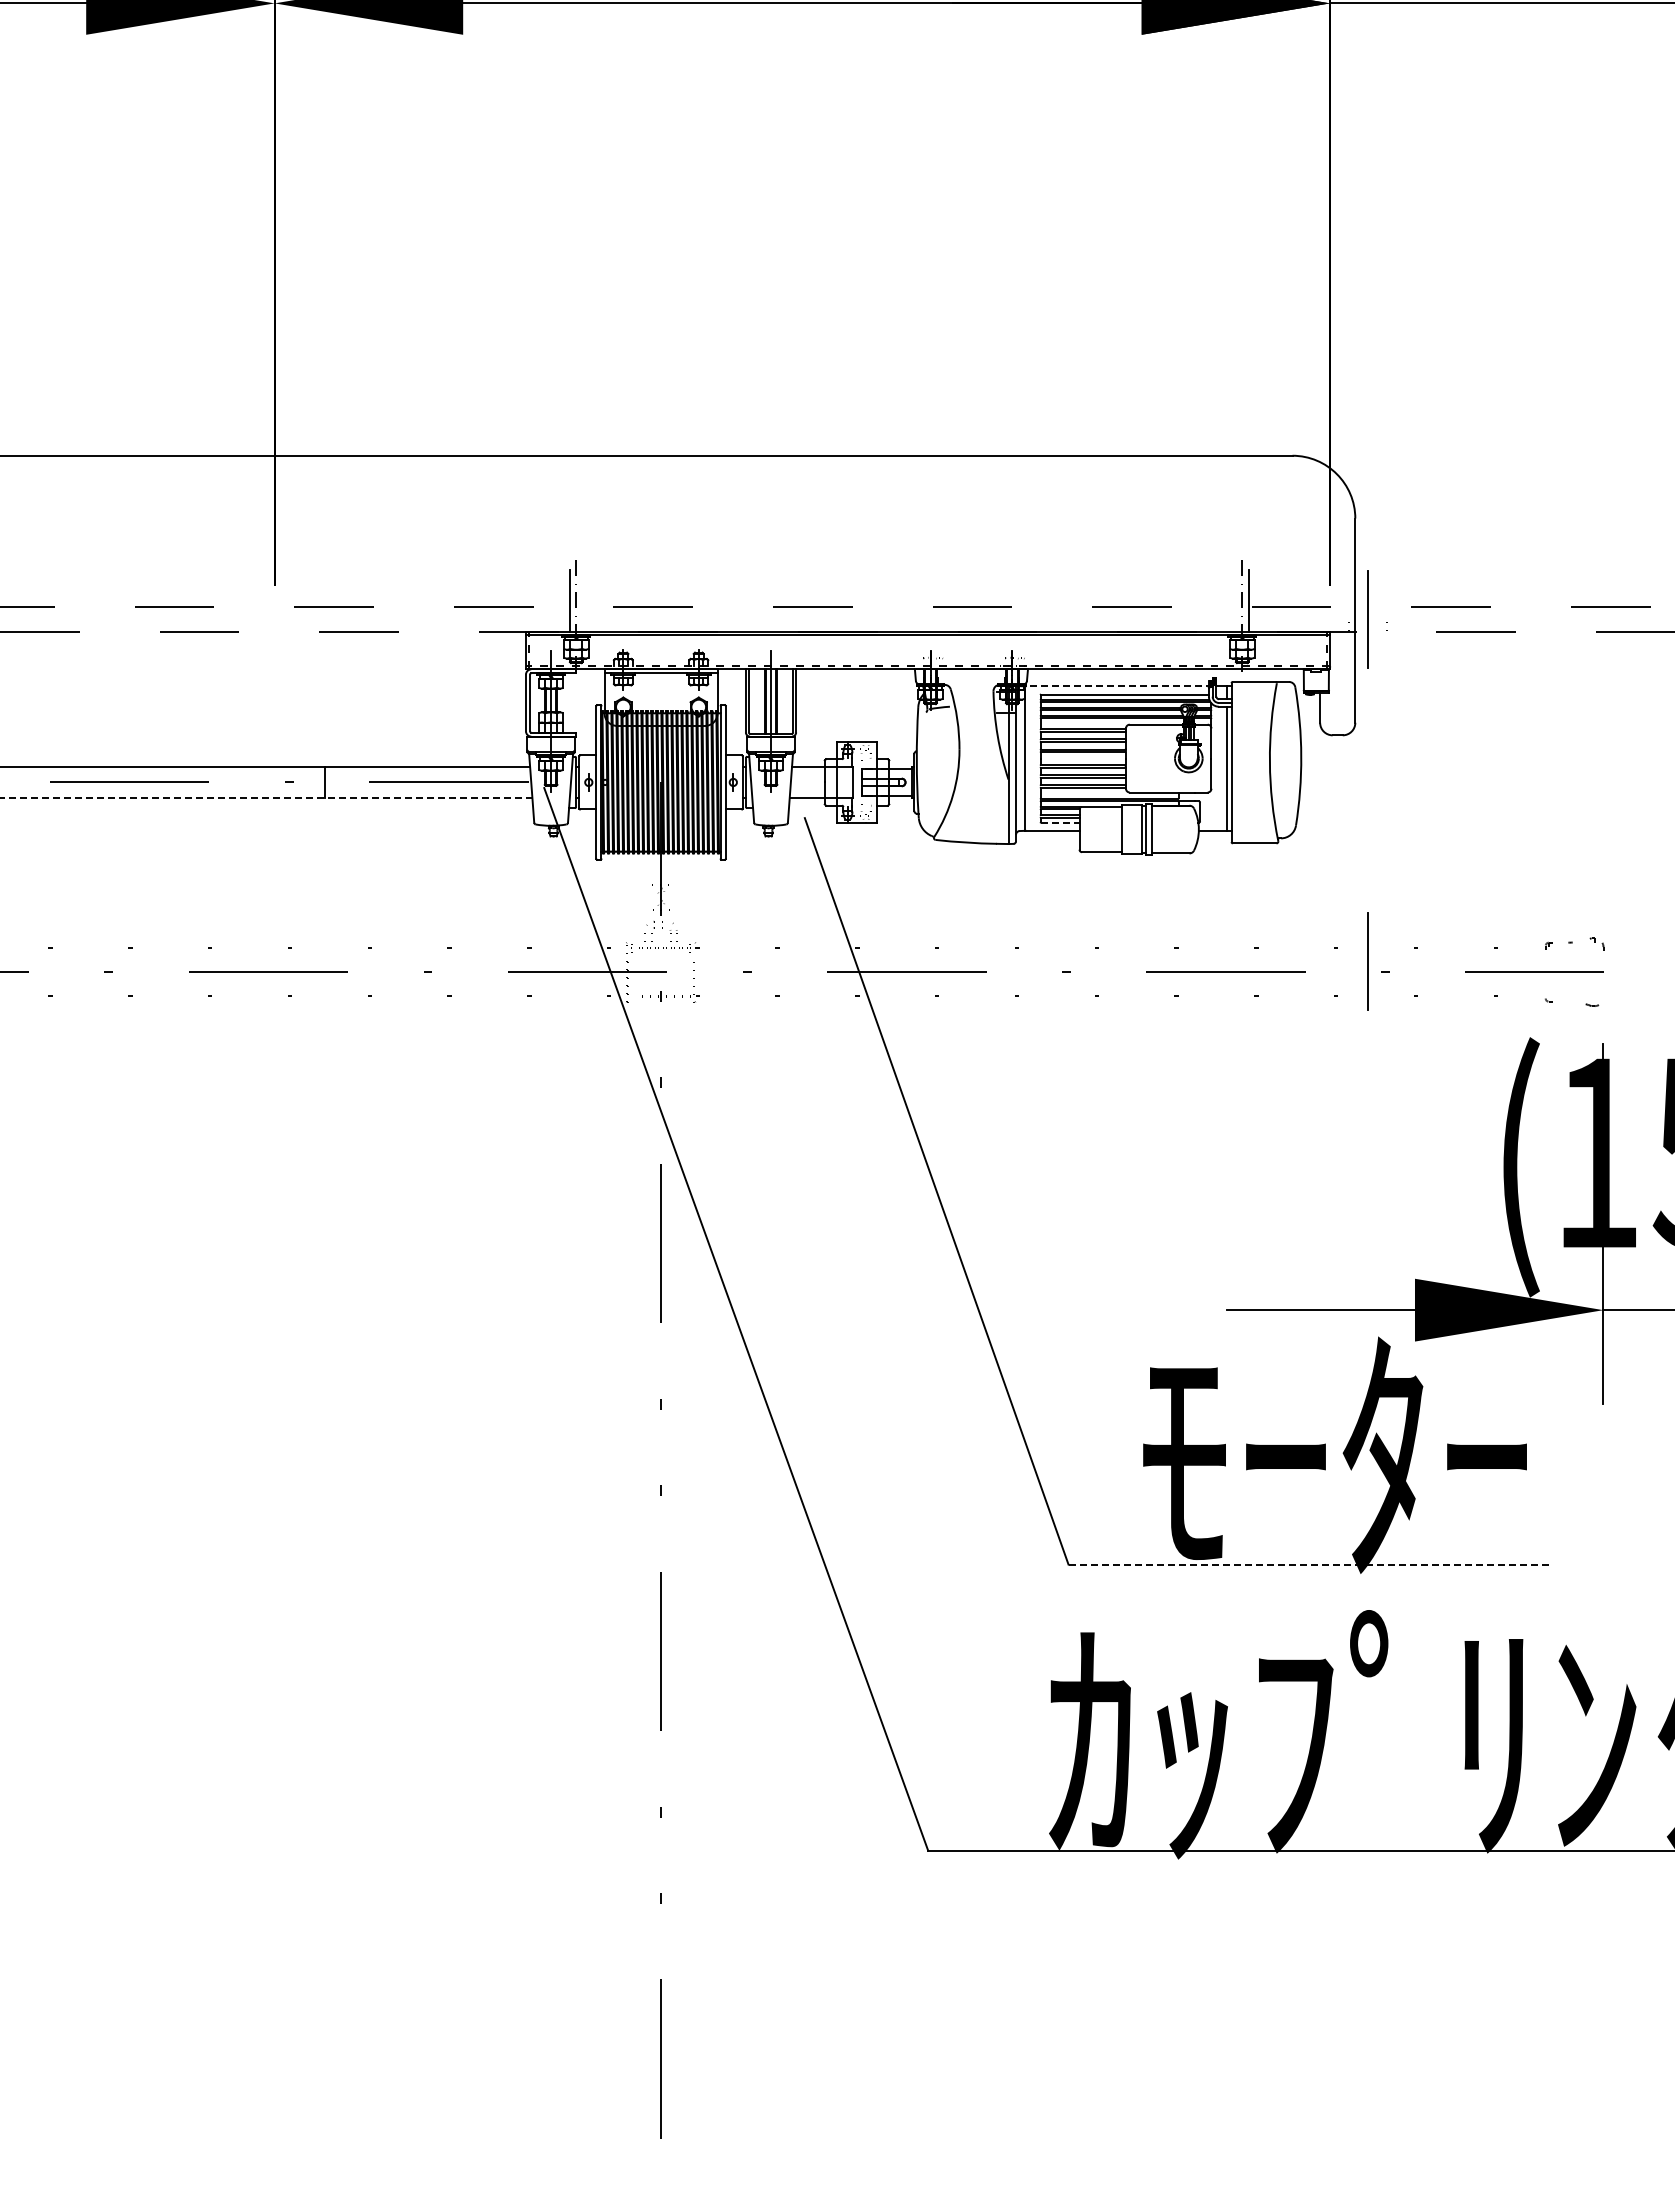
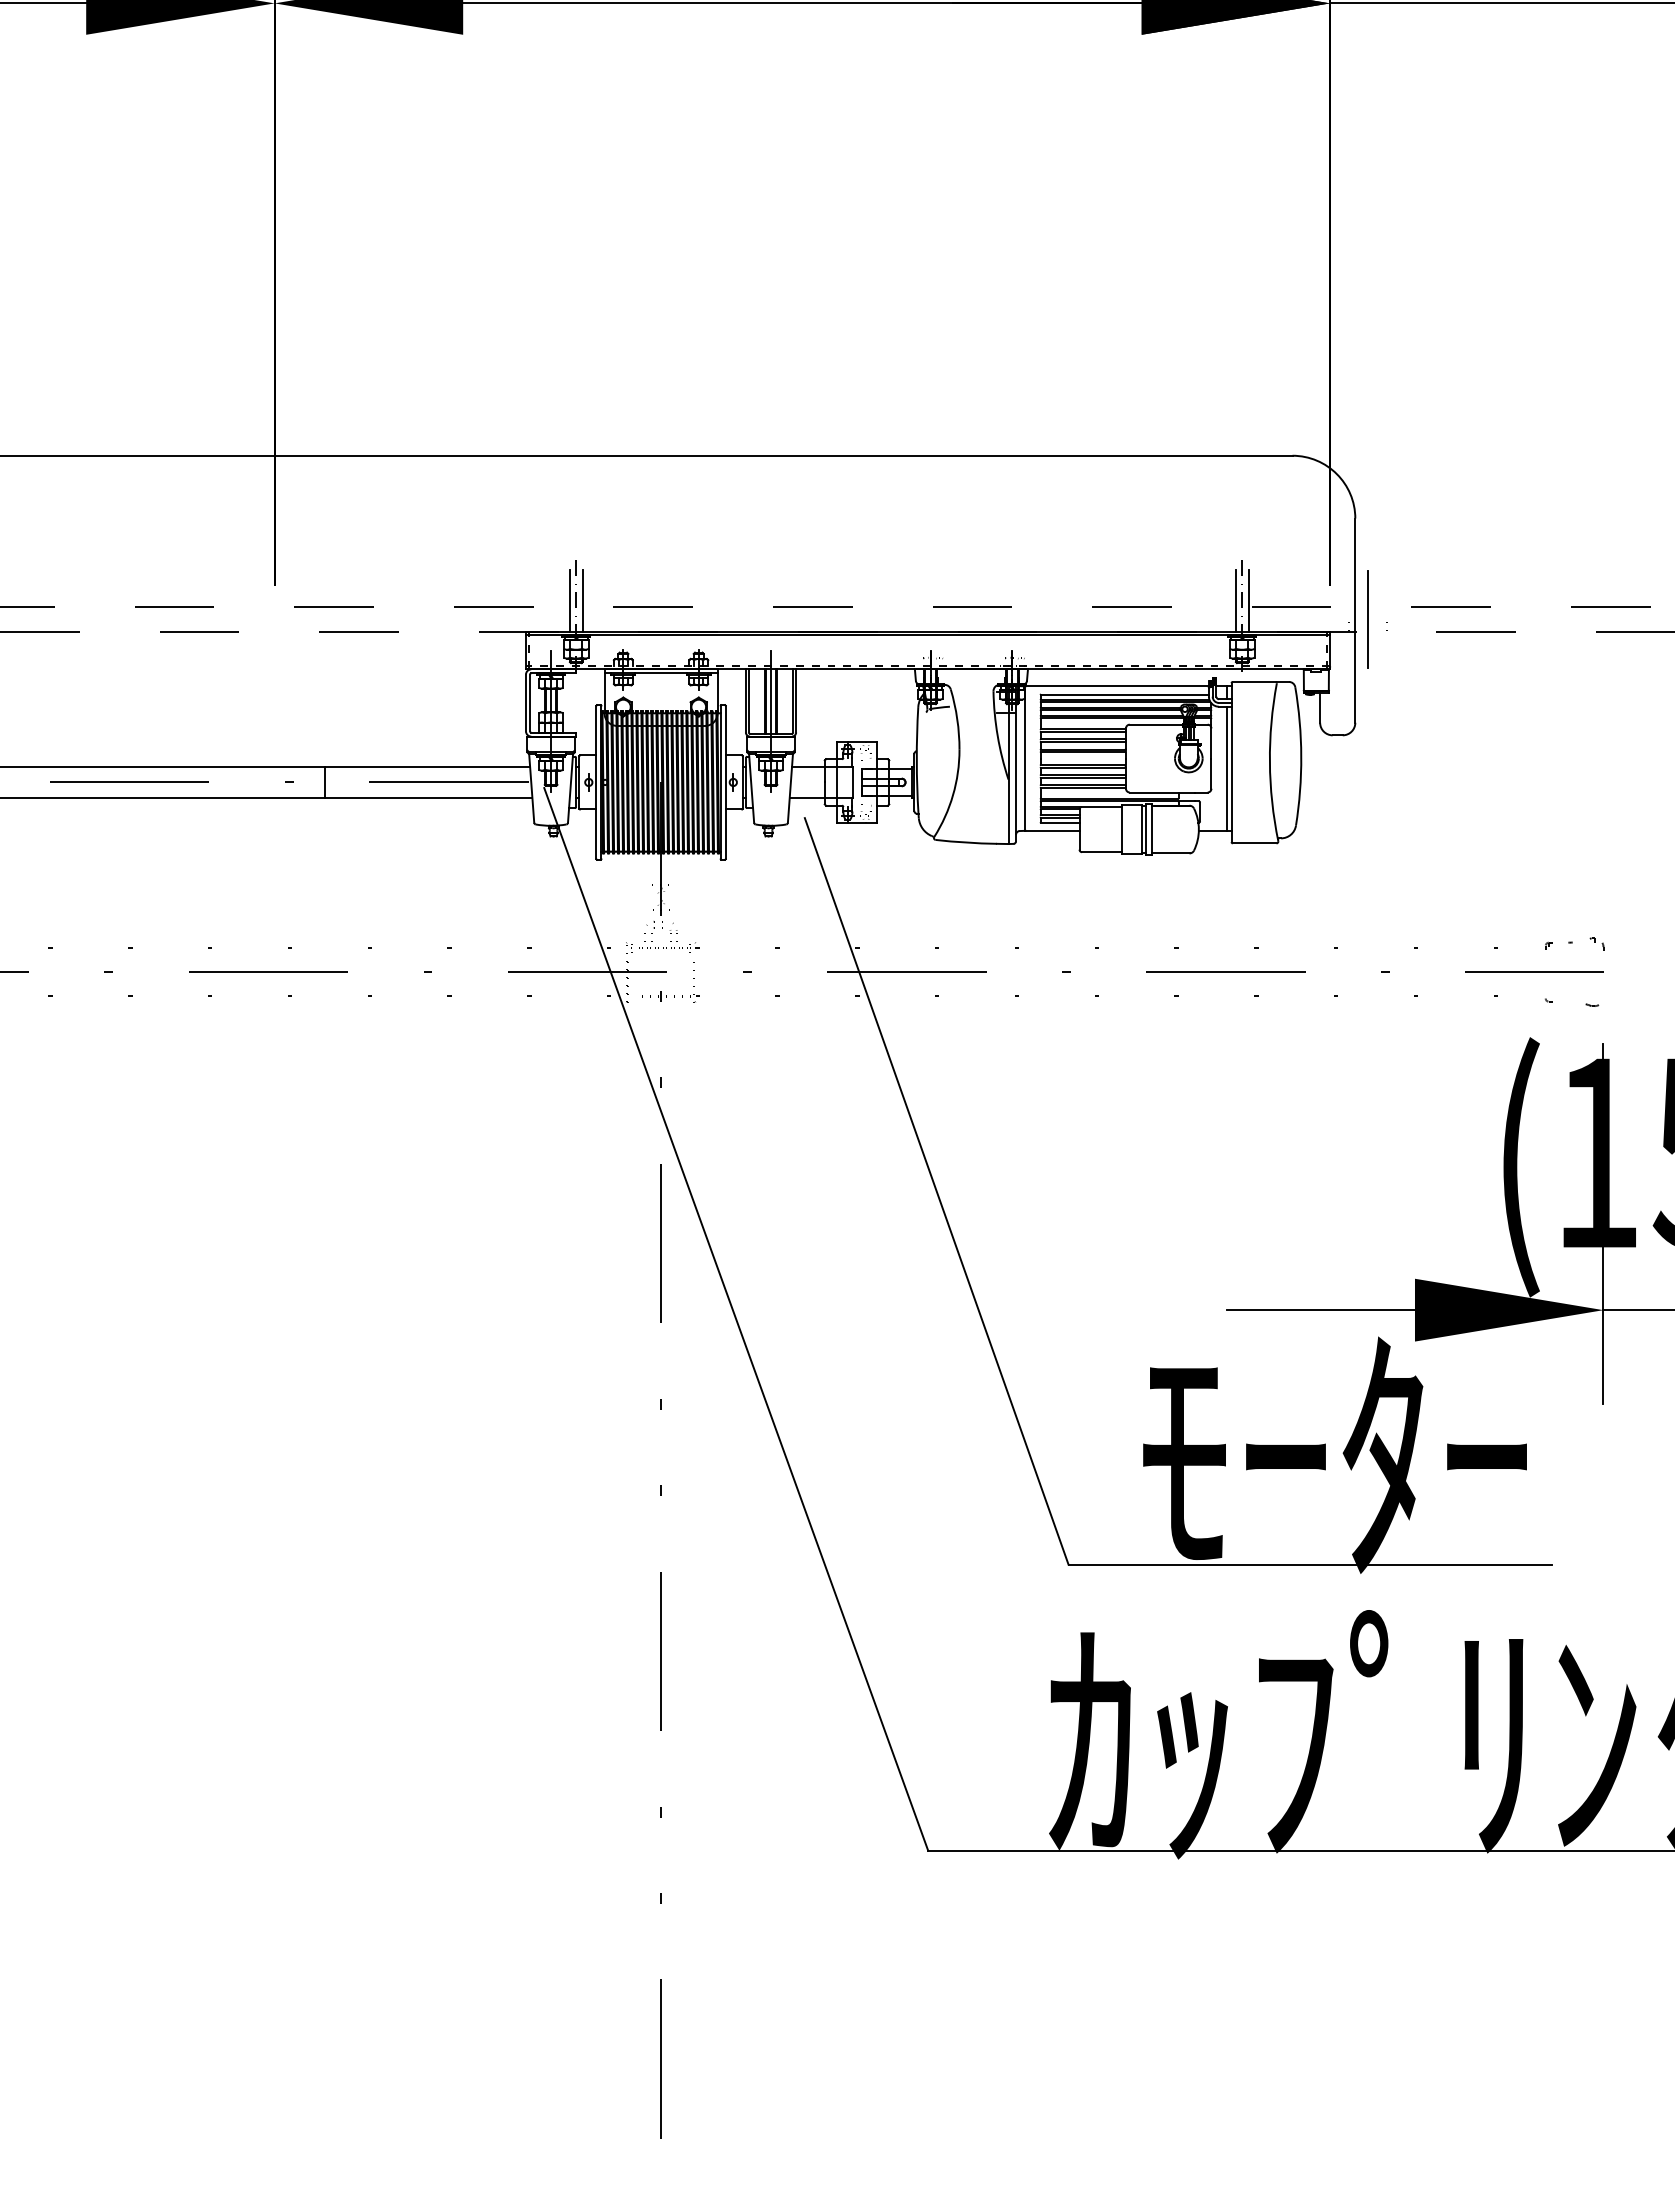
line at (582, 600): none -> present
line at (1235, 600): none -> present
line at (1119, 686): dashed -> solid
line at (266, 798): dashed -> solid
line at (1060, 822): dashed -> solid
line at (1367, 961): present -> none
line at (1310, 1564): dashed -> solid
